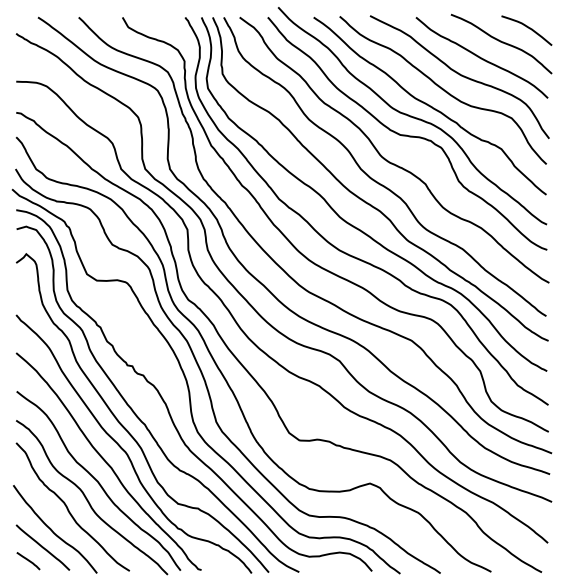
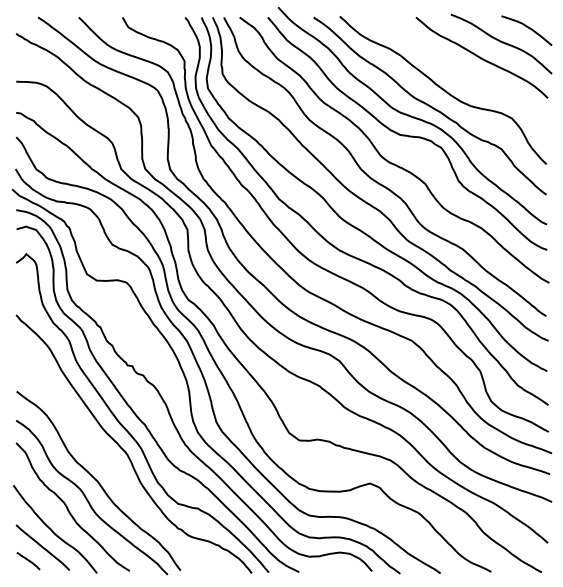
curve at (459, 75): present -> none
curve at (107, 462): present -> none
